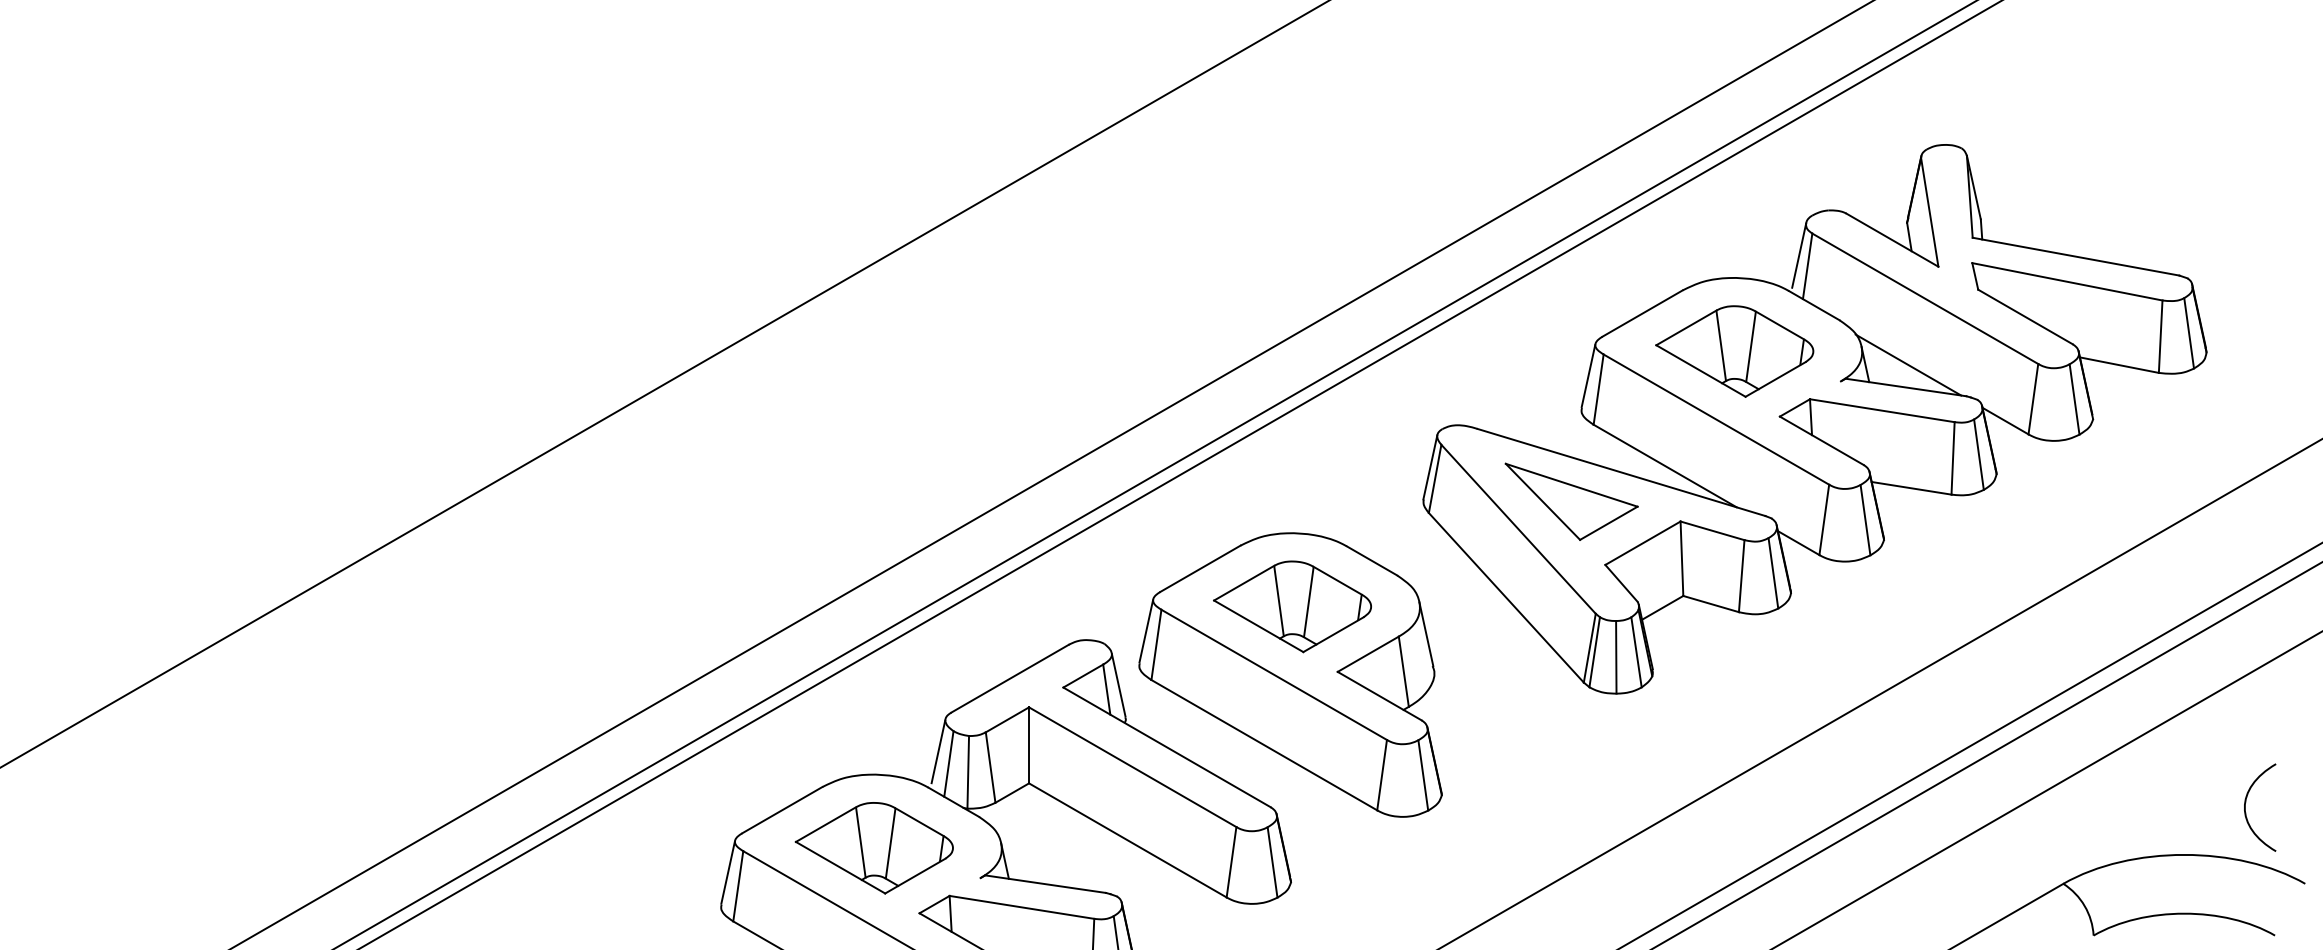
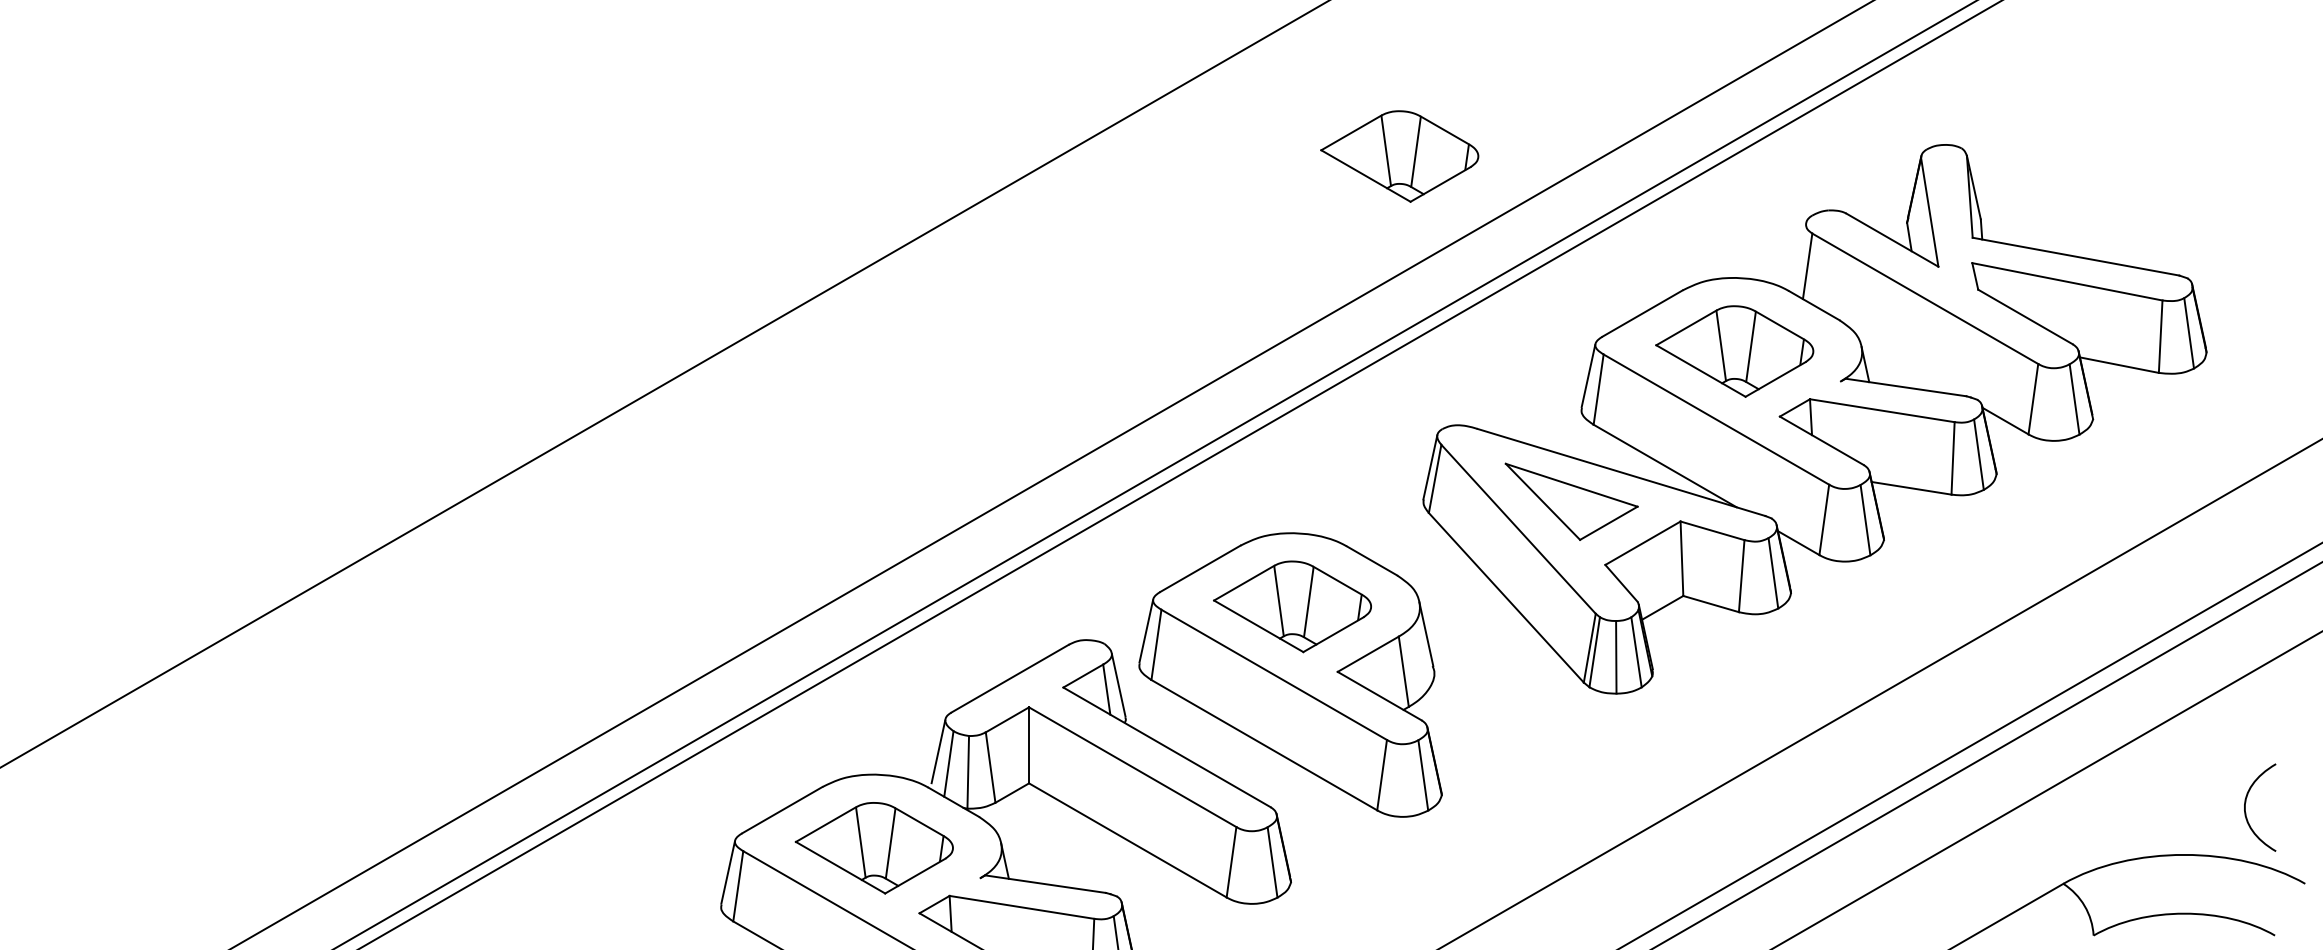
part at (1399, 156): none -> present
line at (1799, 255): present -> none
line at (1908, 364): present -> none
